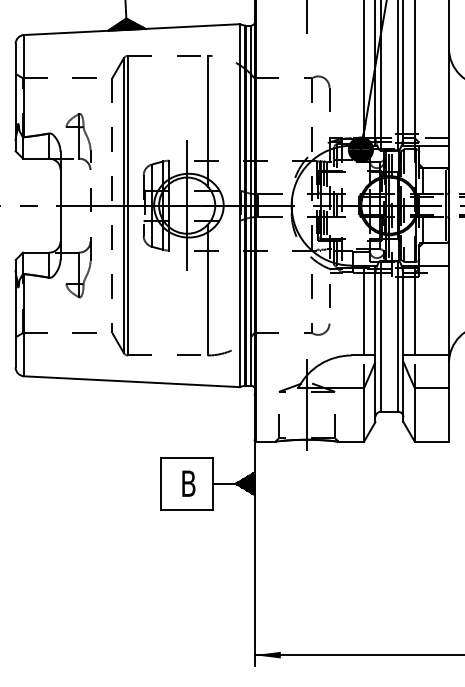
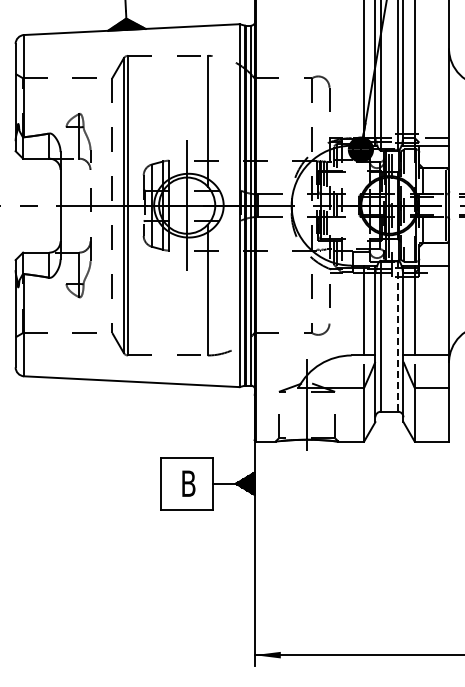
line at (307, 18): present -> none
line at (397, 336): solid -> dashed
